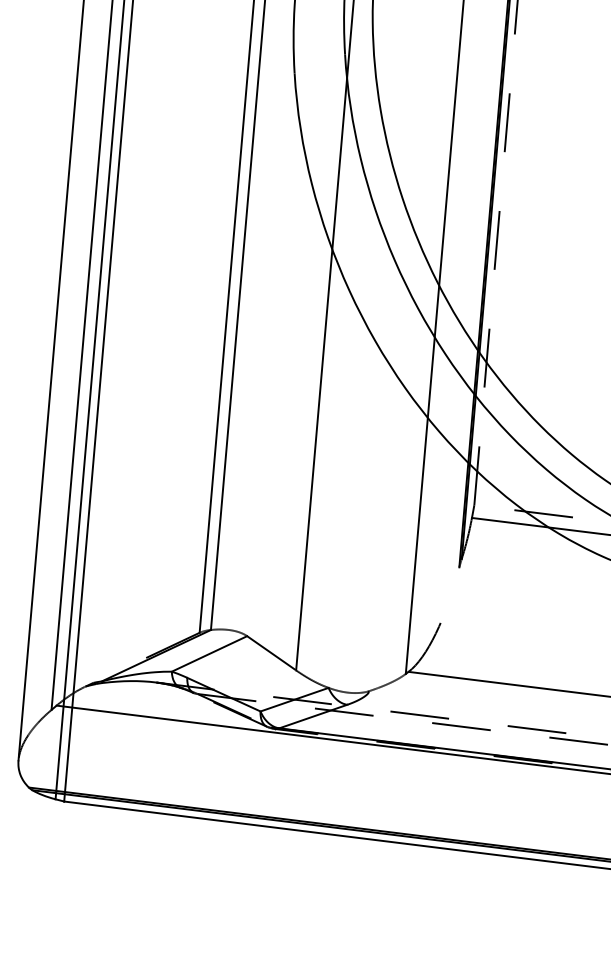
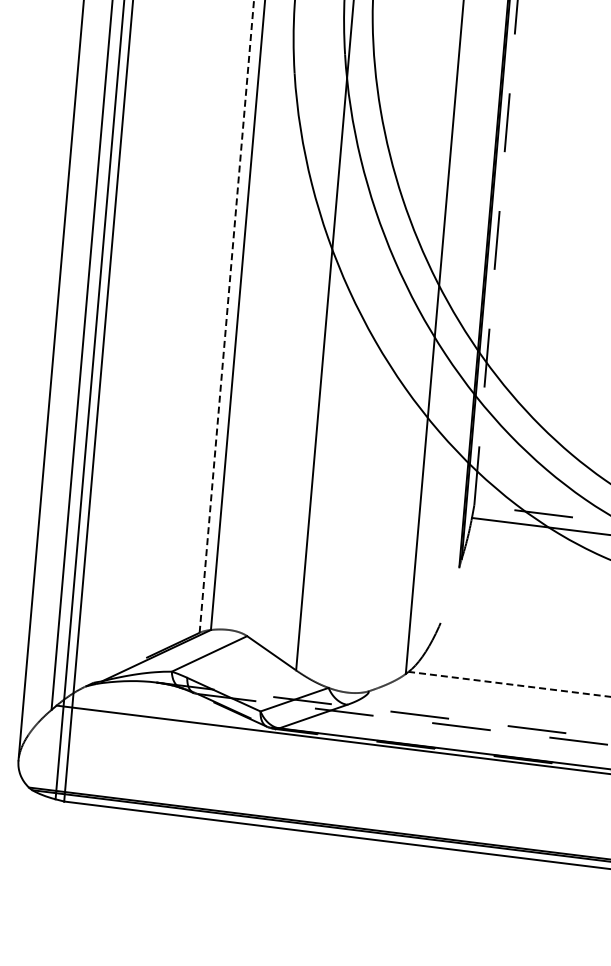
line at (226, 316): solid -> dashed
line at (509, 684): solid -> dashed
